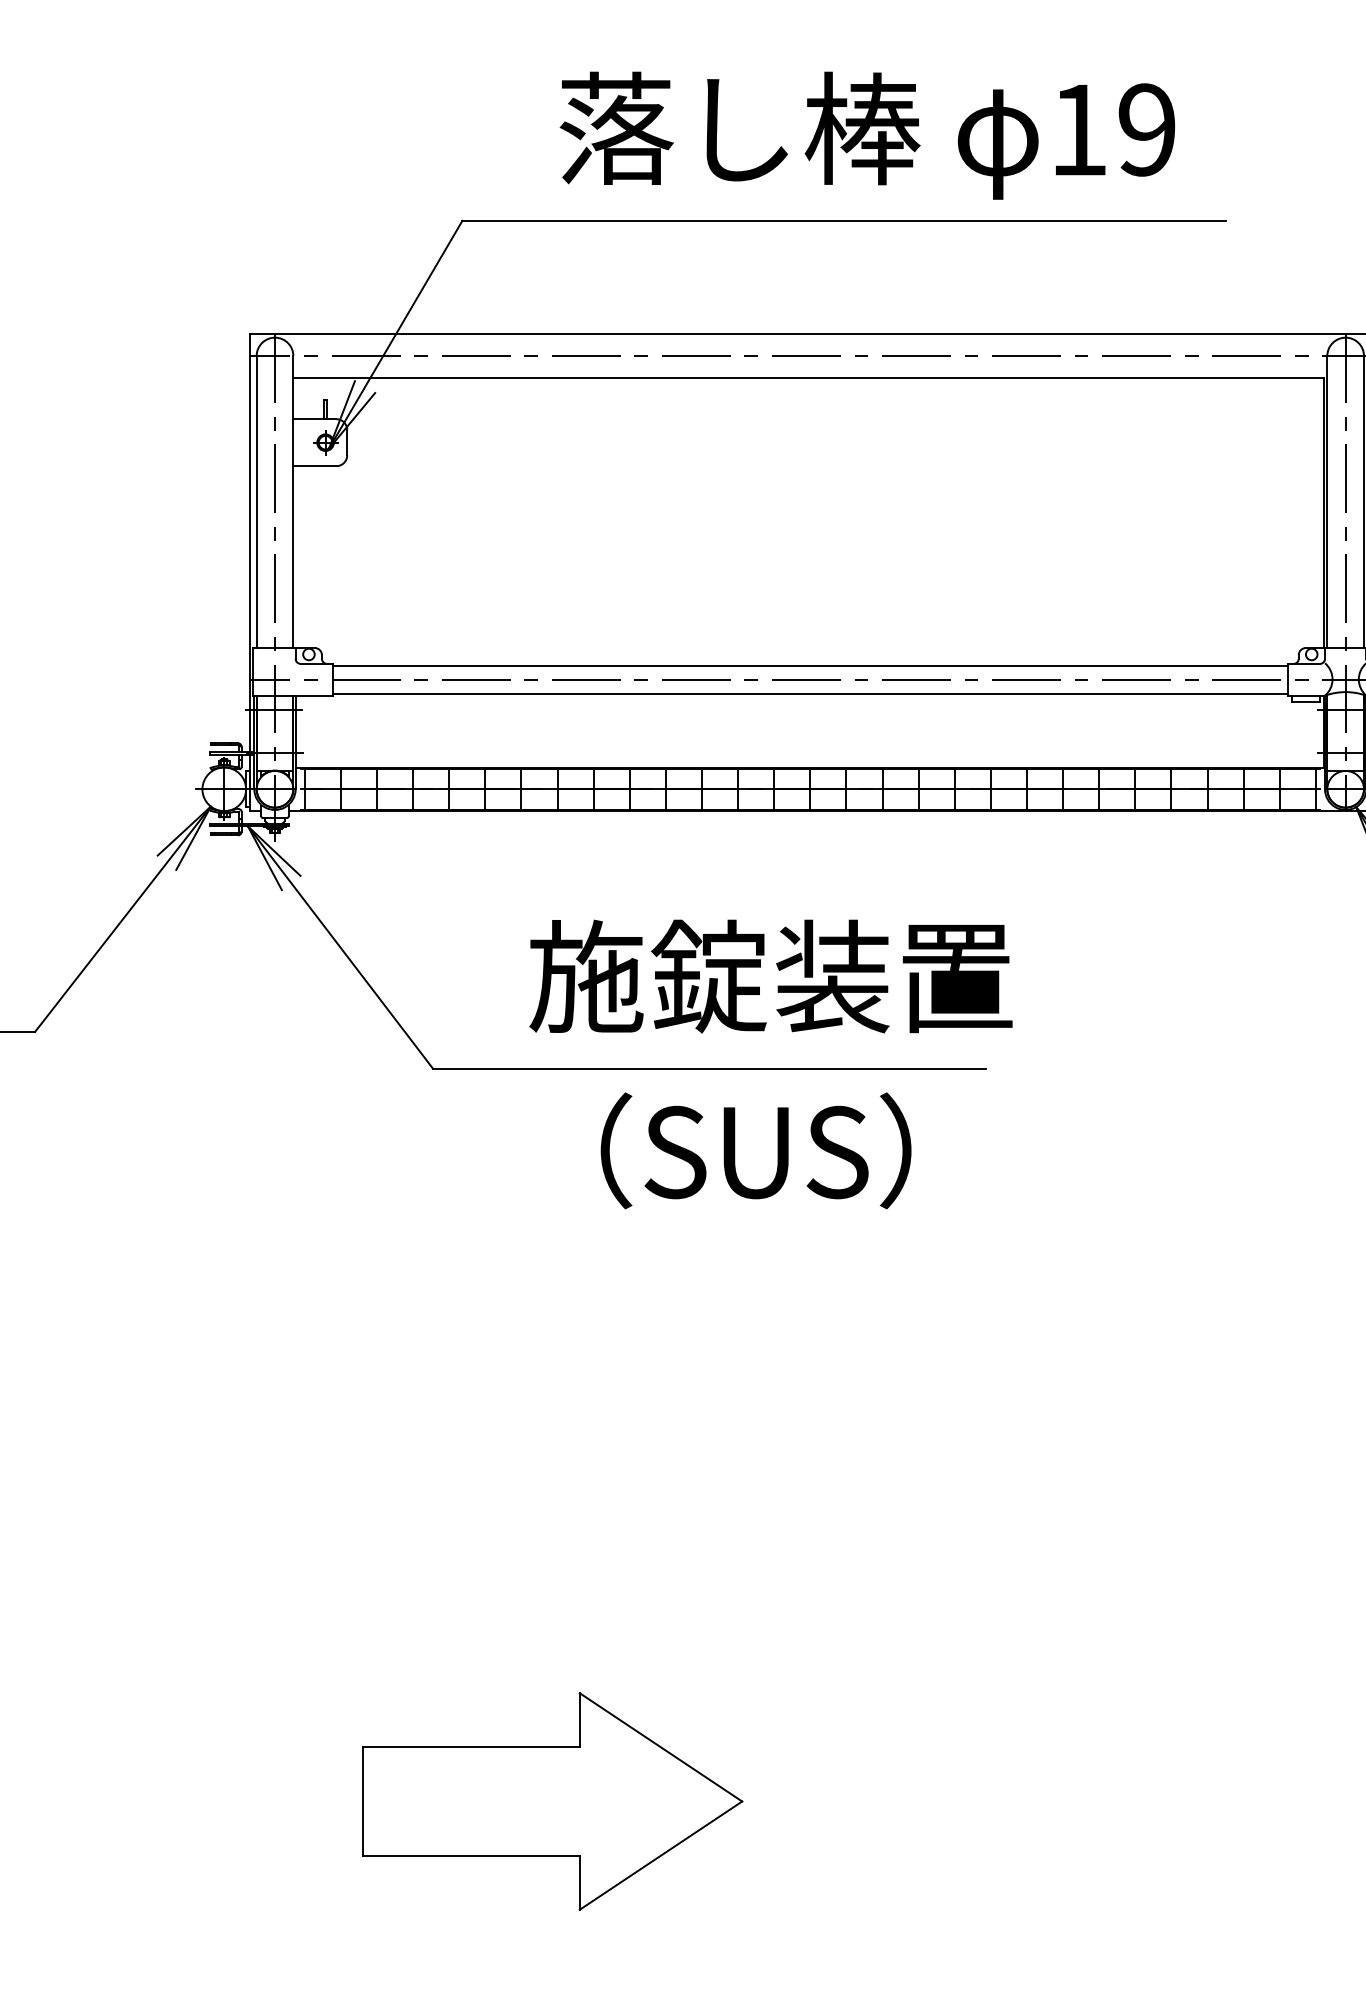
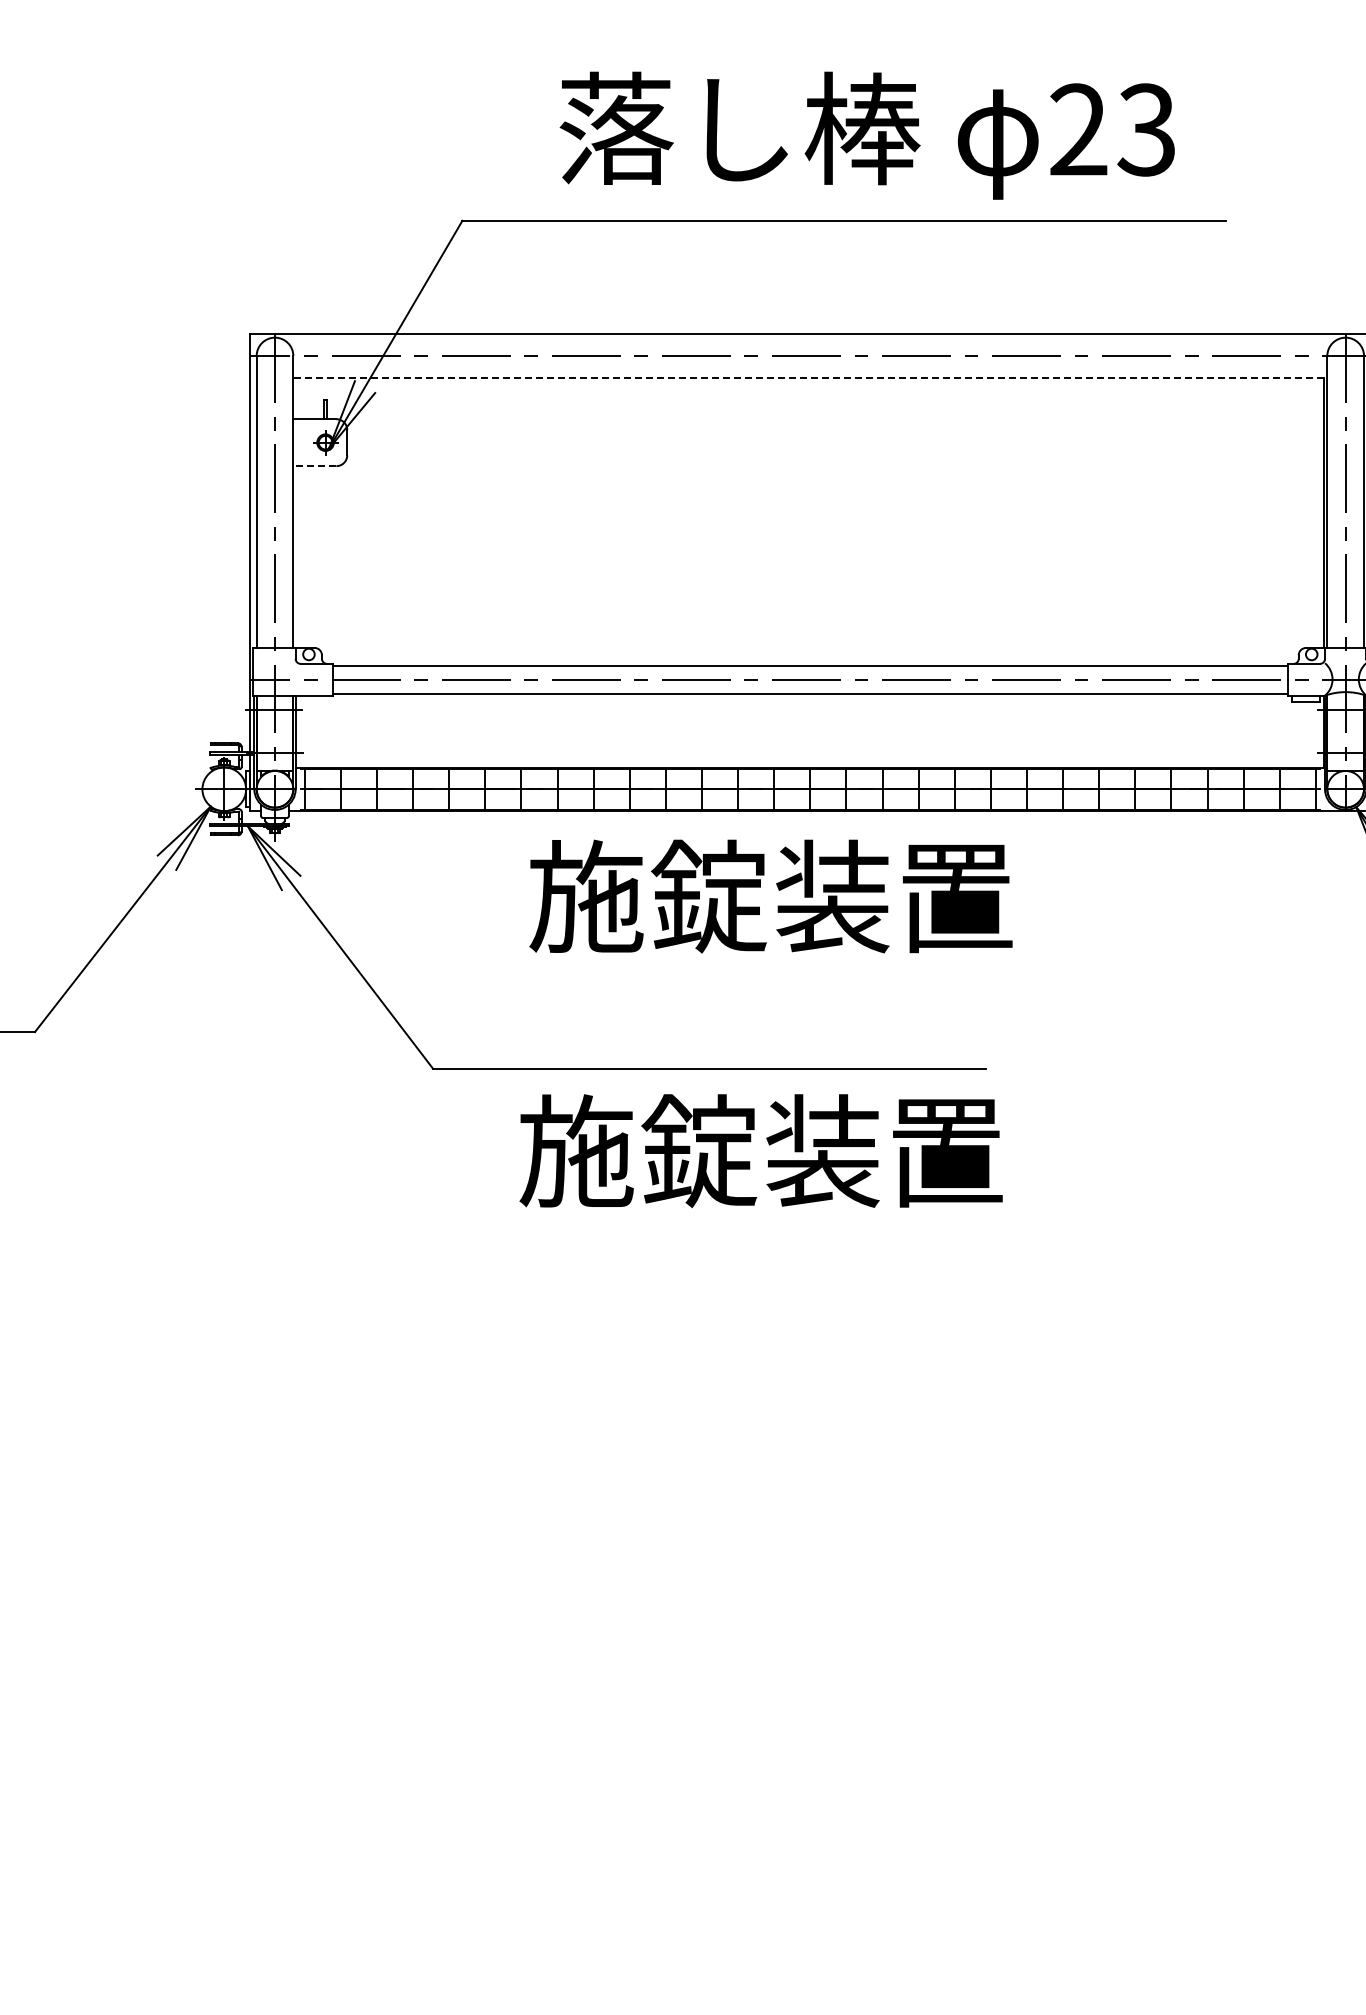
text at (1112, 129): 19 -> 23
line at (808, 377): solid -> dashed
line at (314, 466): solid -> dashed
text at (770, 976) position: (770, 976) -> (770, 896)
text at (760, 1150): （SUS） -> 施錠装置
part at (552, 1801): present -> none
